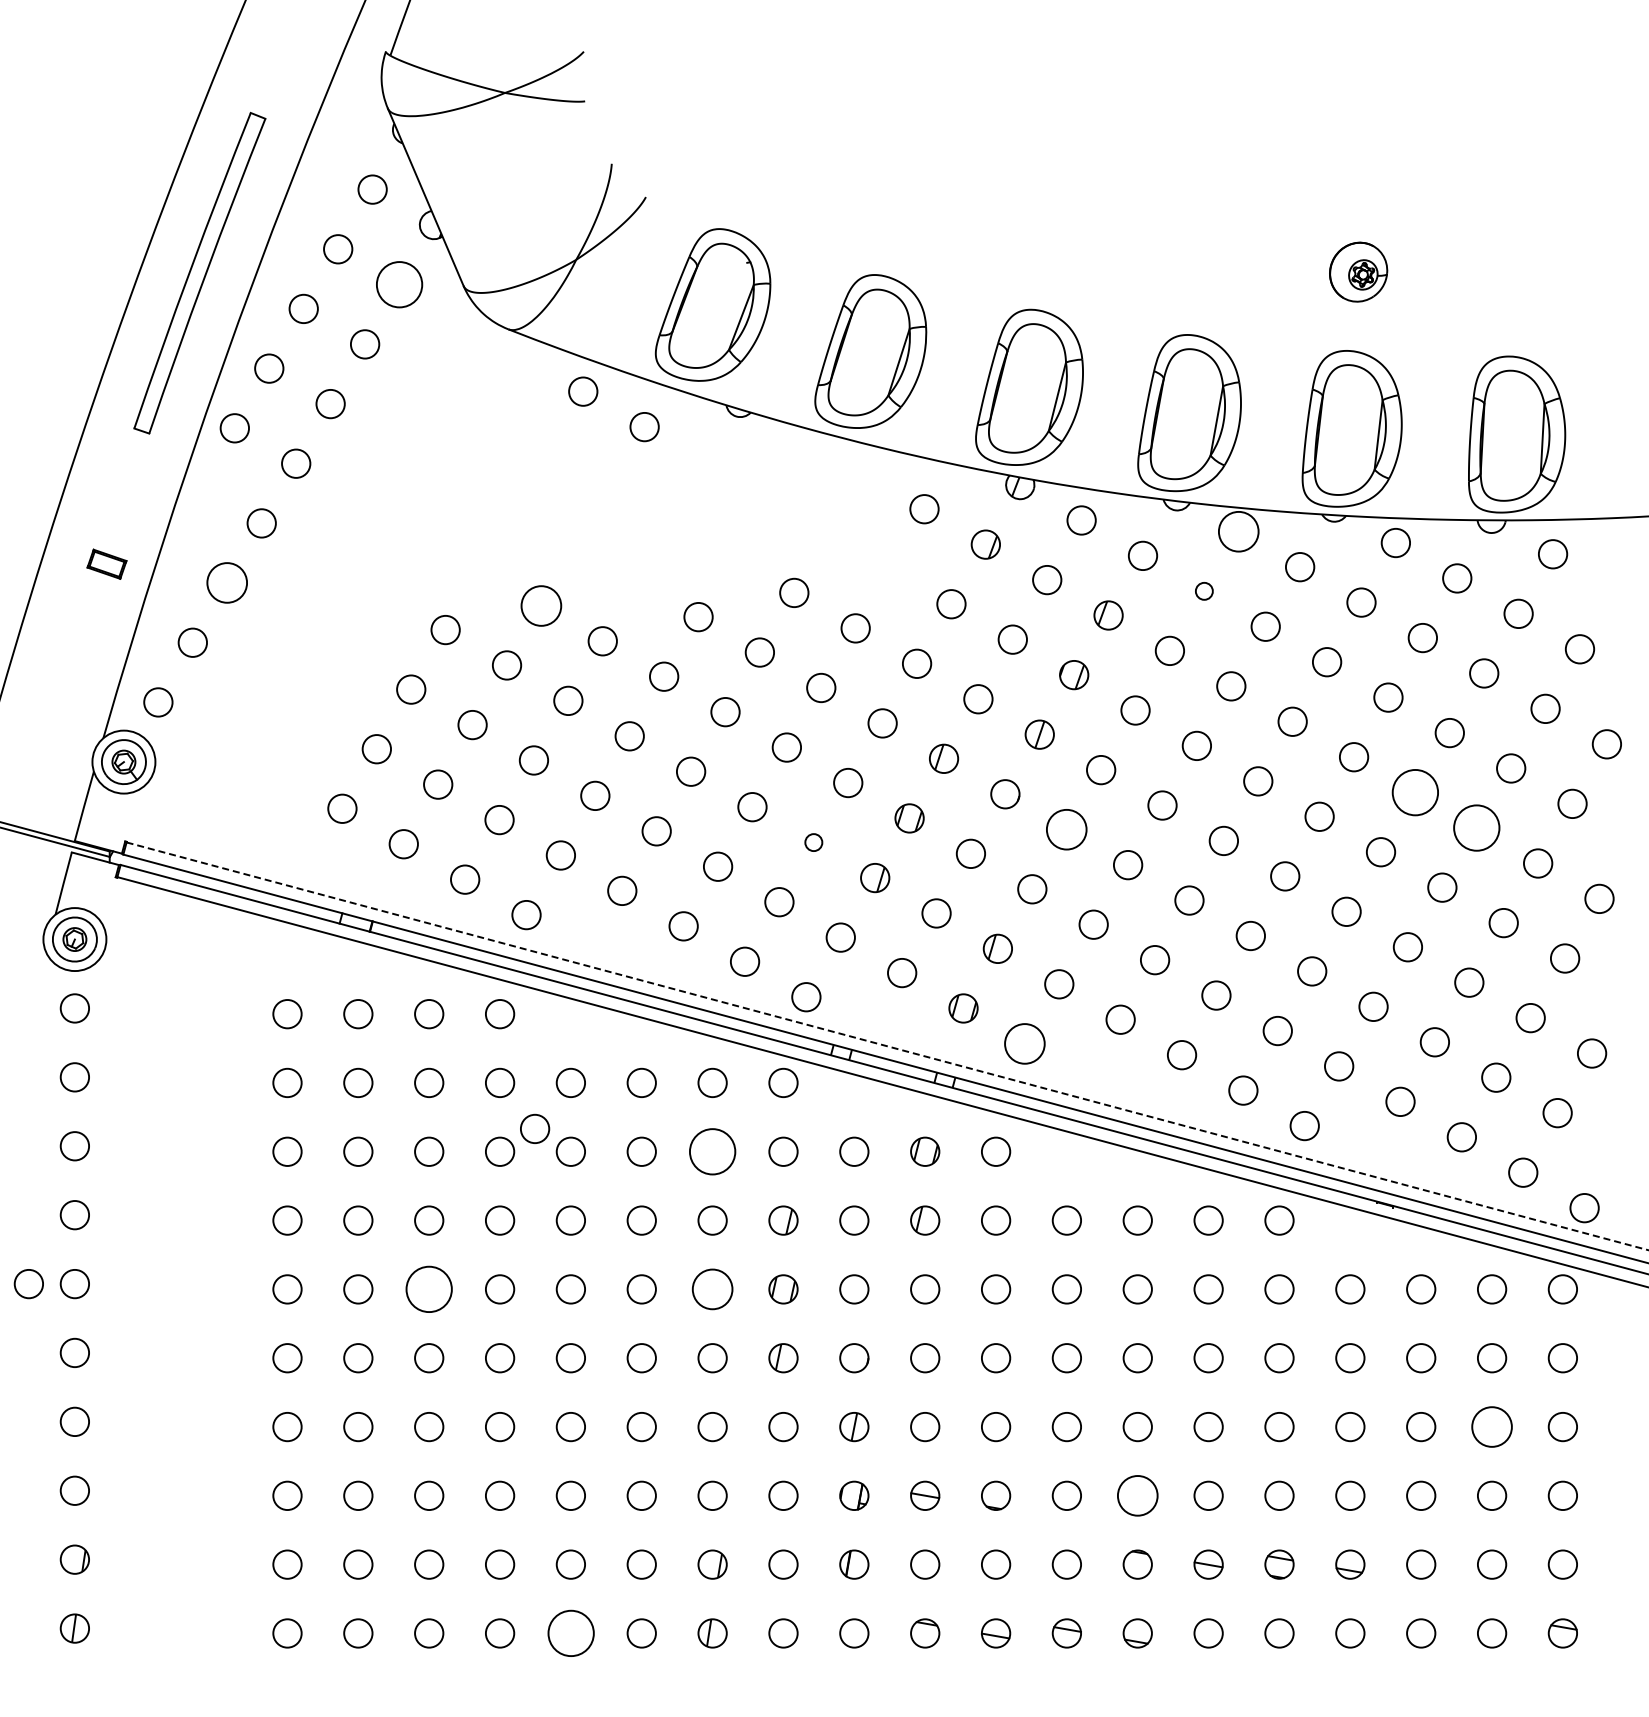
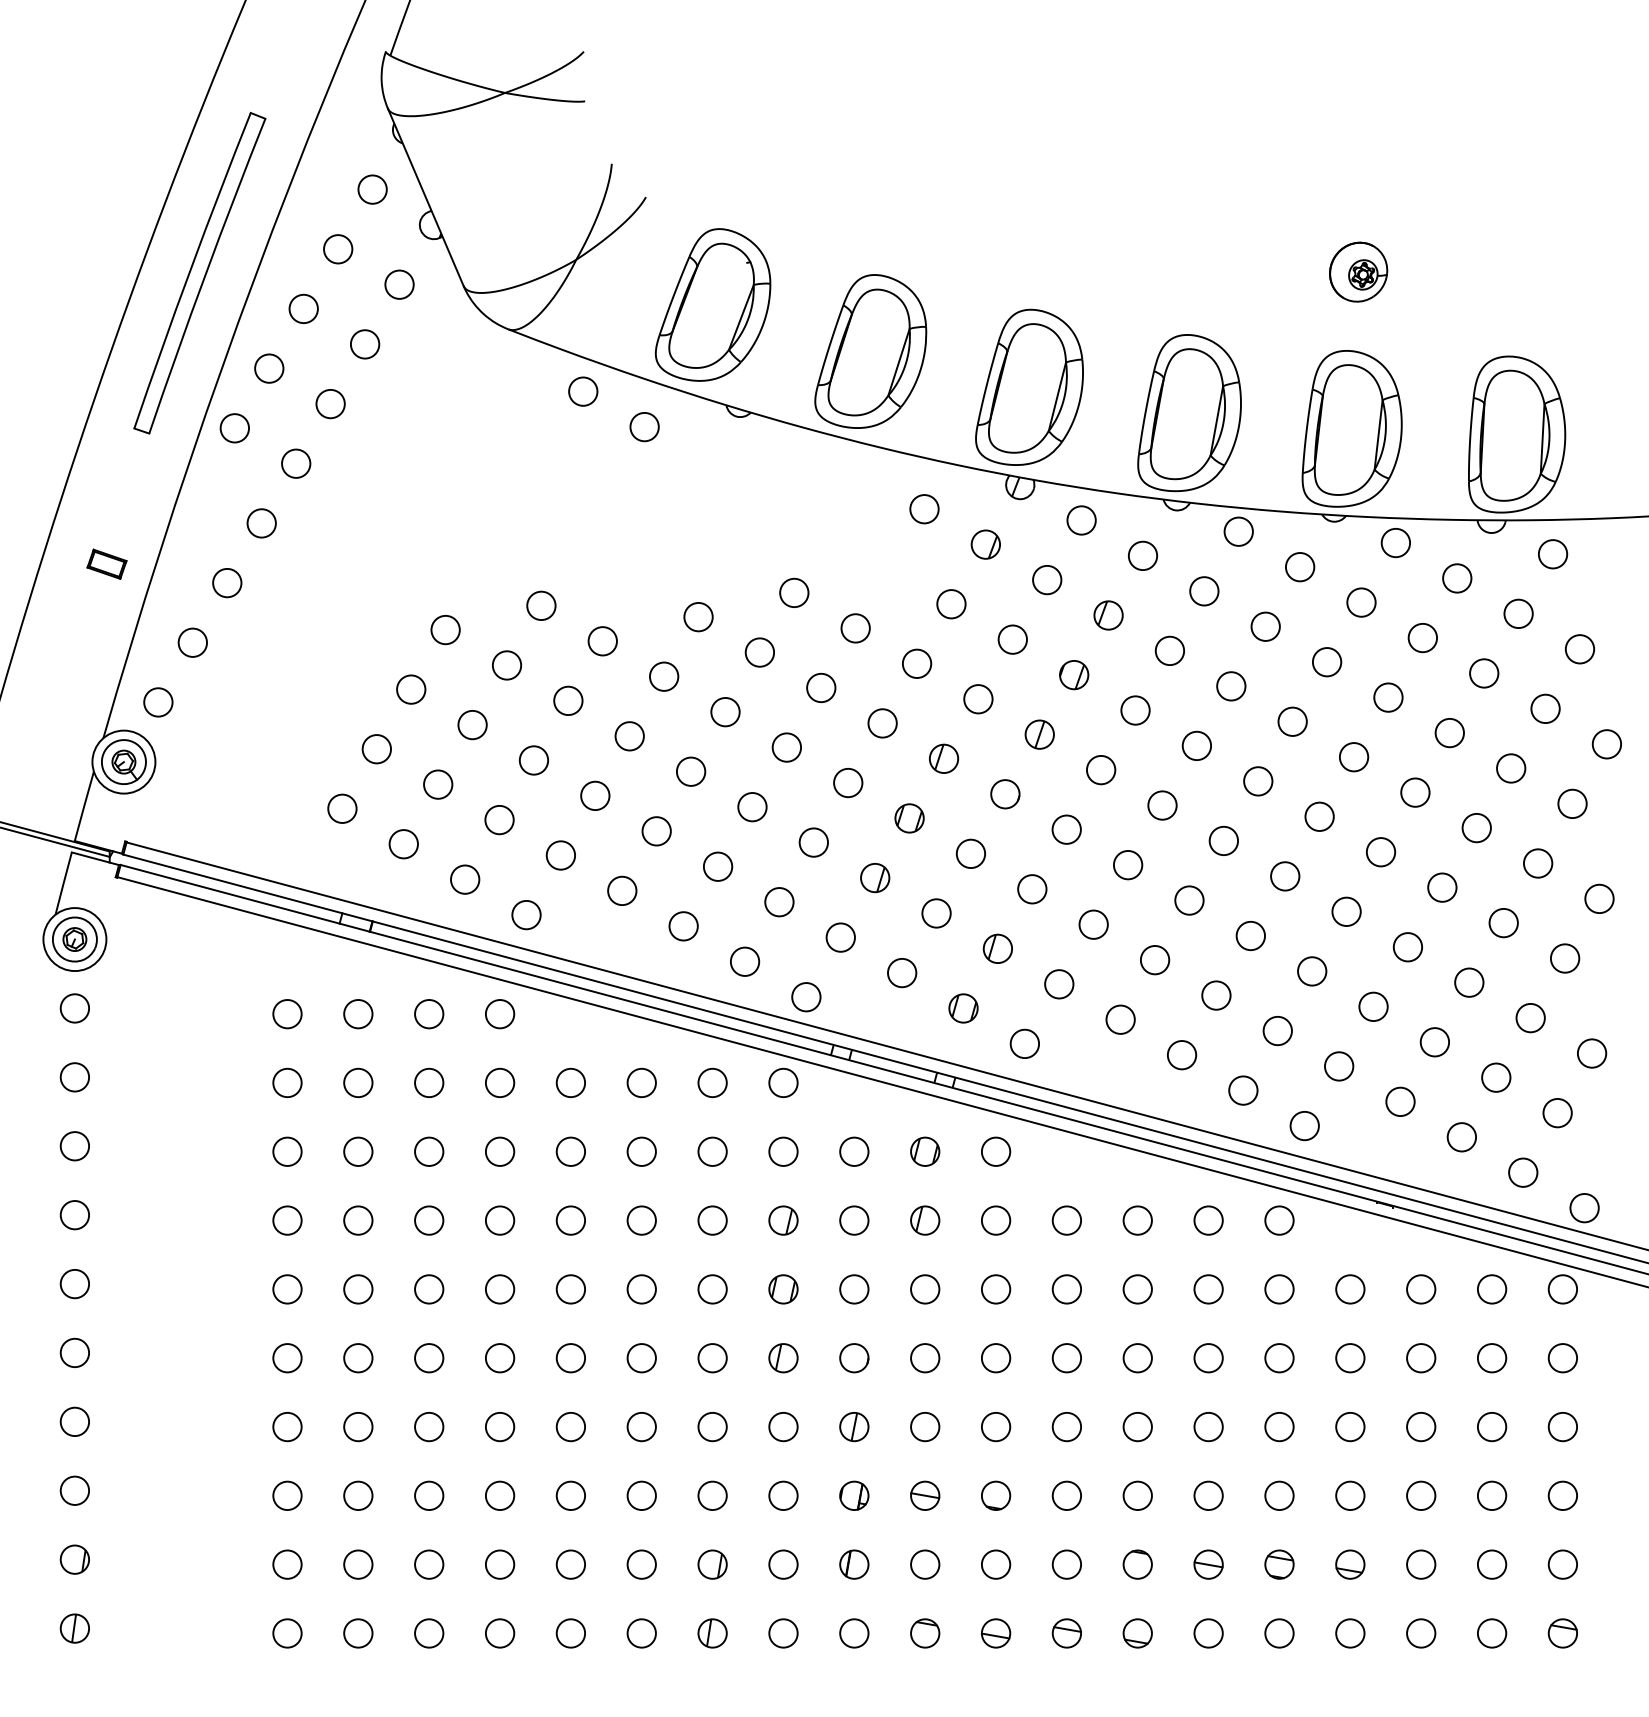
circle at (399, 284) diameter: 45 px -> 28 px
circle at (1238, 531) diameter: 40 px -> 28 px
circle at (226, 582) size: 42x42 px -> 31x31 px
circle at (1203, 590) diameter: 17 px -> 28 px
circle at (541, 605) size: 43x42 px -> 31x31 px
circle at (1415, 792) diameter: 45 px -> 28 px
circle at (1476, 827) diameter: 45 px -> 28 px
circle at (1066, 829) diameter: 40 px -> 28 px
circle at (813, 842) diameter: 17 px -> 28 px
circle at (1024, 1043) diameter: 40 px -> 28 px
line at (887, 1046): dashed -> solid
circle at (535, 1128): present -> none
circle at (712, 1151) diameter: 45 px -> 28 px
circle at (28, 1284): present -> none
circle at (428, 1289) diameter: 45 px -> 28 px
circle at (712, 1289) diameter: 40 px -> 28 px
circle at (1491, 1426) diameter: 40 px -> 28 px
circle at (1137, 1495) diameter: 40 px -> 28 px
circle at (570, 1632) size: 48x48 px -> 31x31 px
